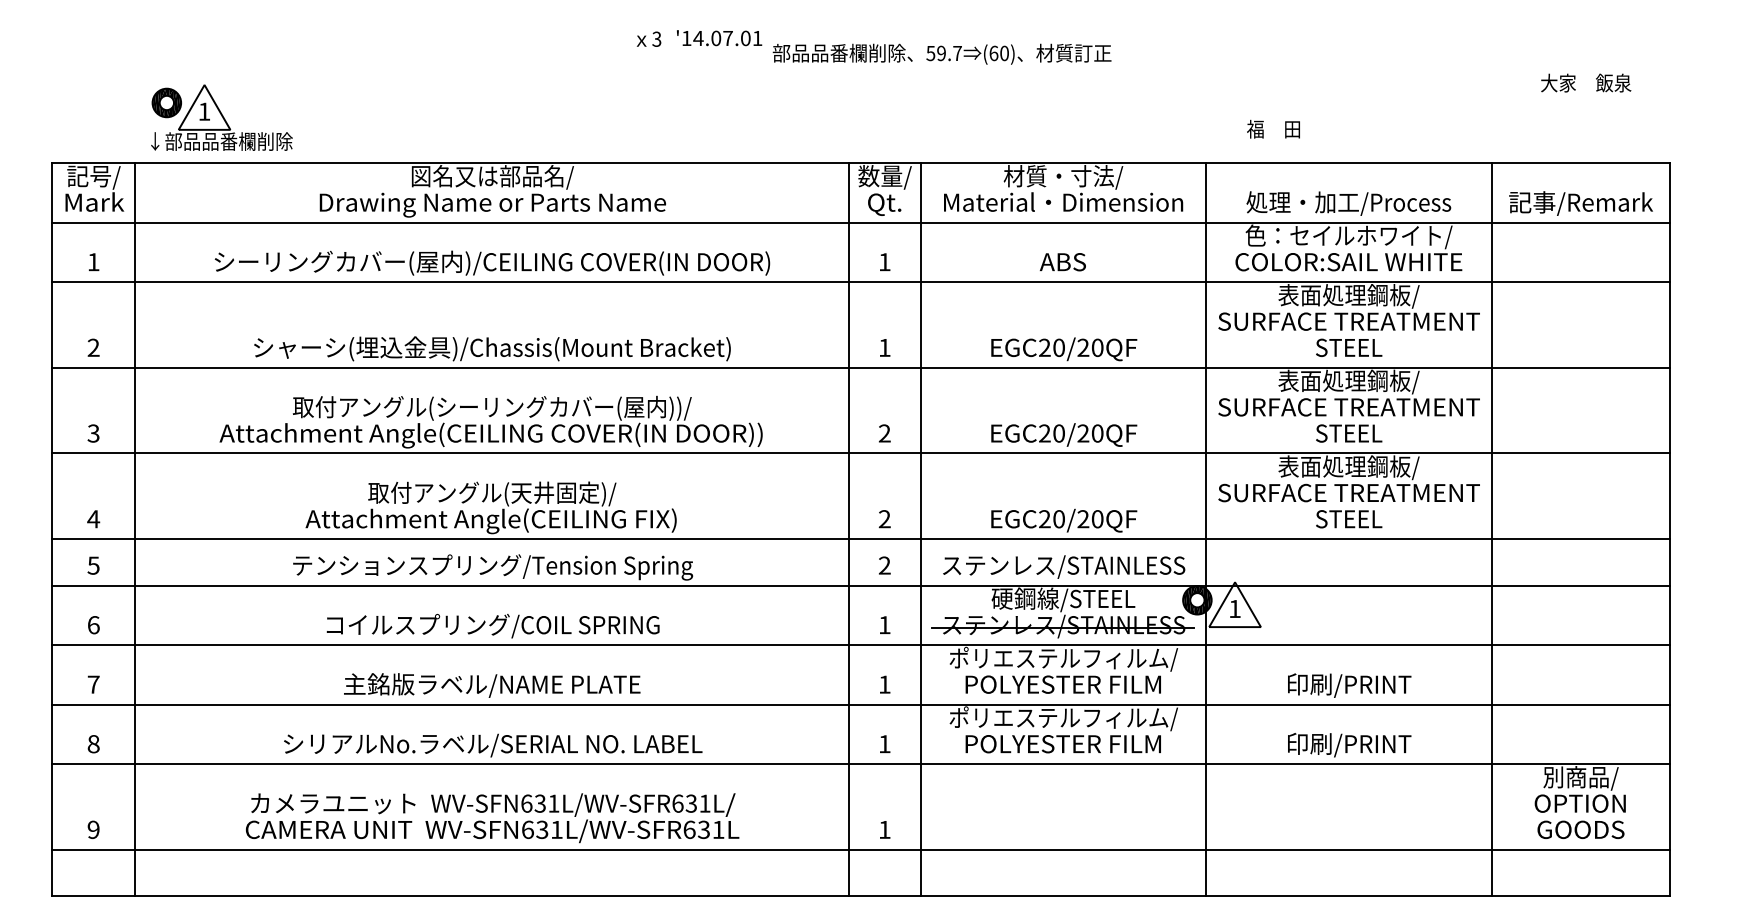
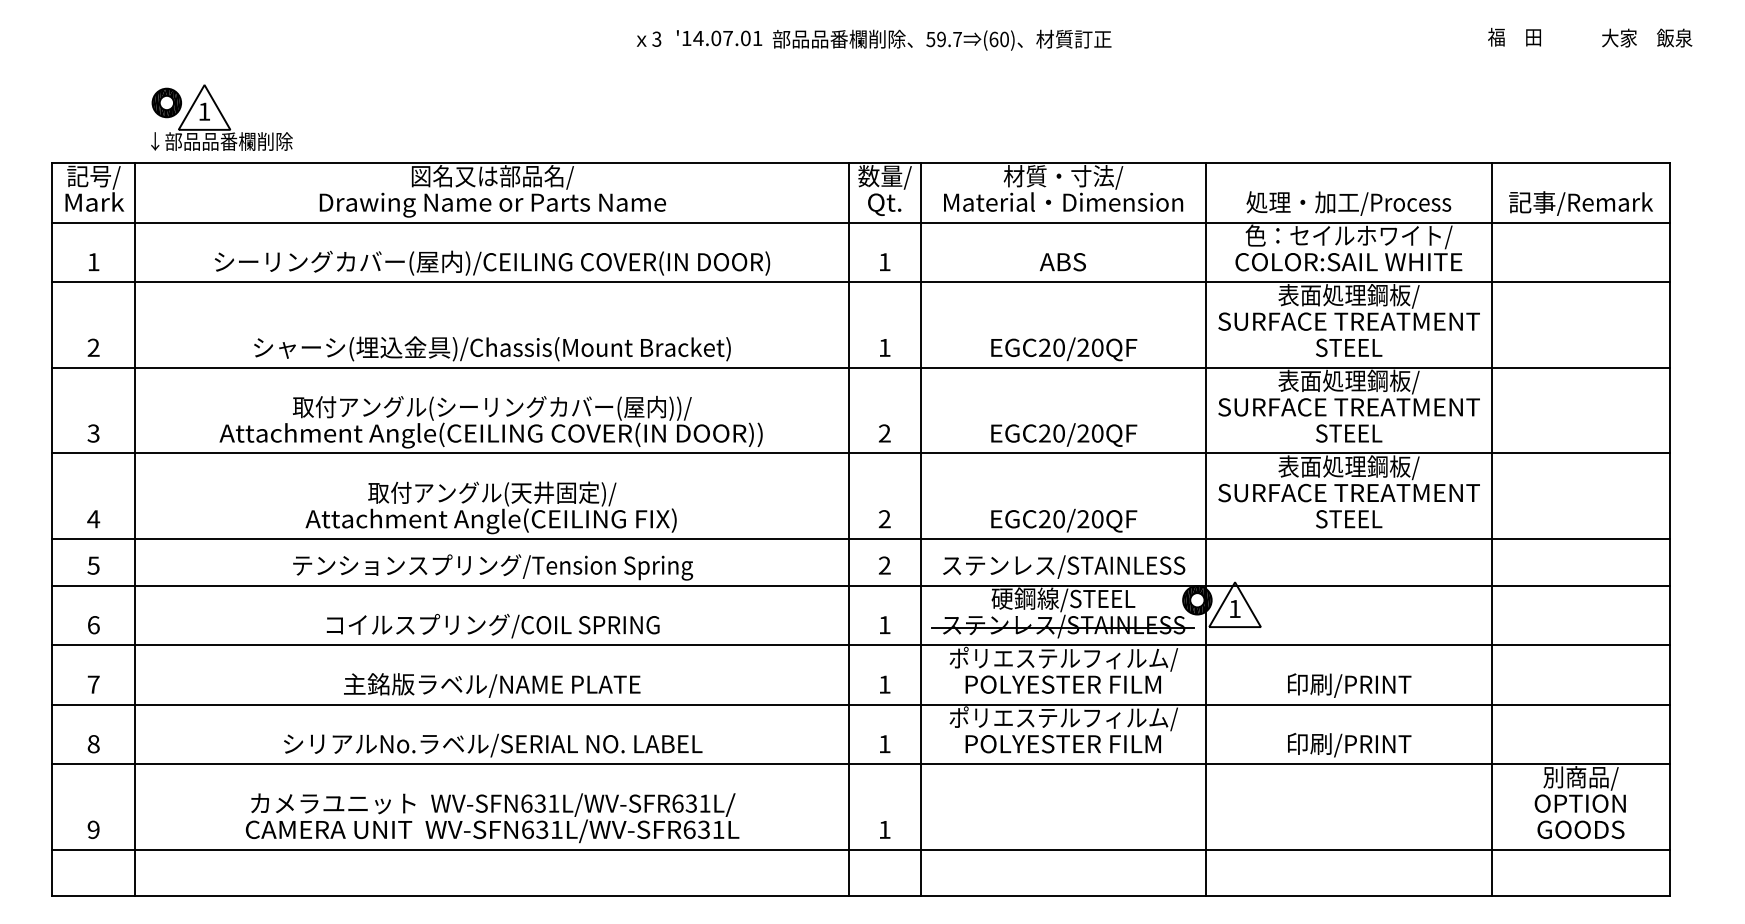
text at (941, 53) position: (941, 53) -> (941, 39)
text at (1586, 82) position: (1586, 82) -> (1647, 37)
text at (1273, 128) position: (1273, 128) -> (1514, 36)
